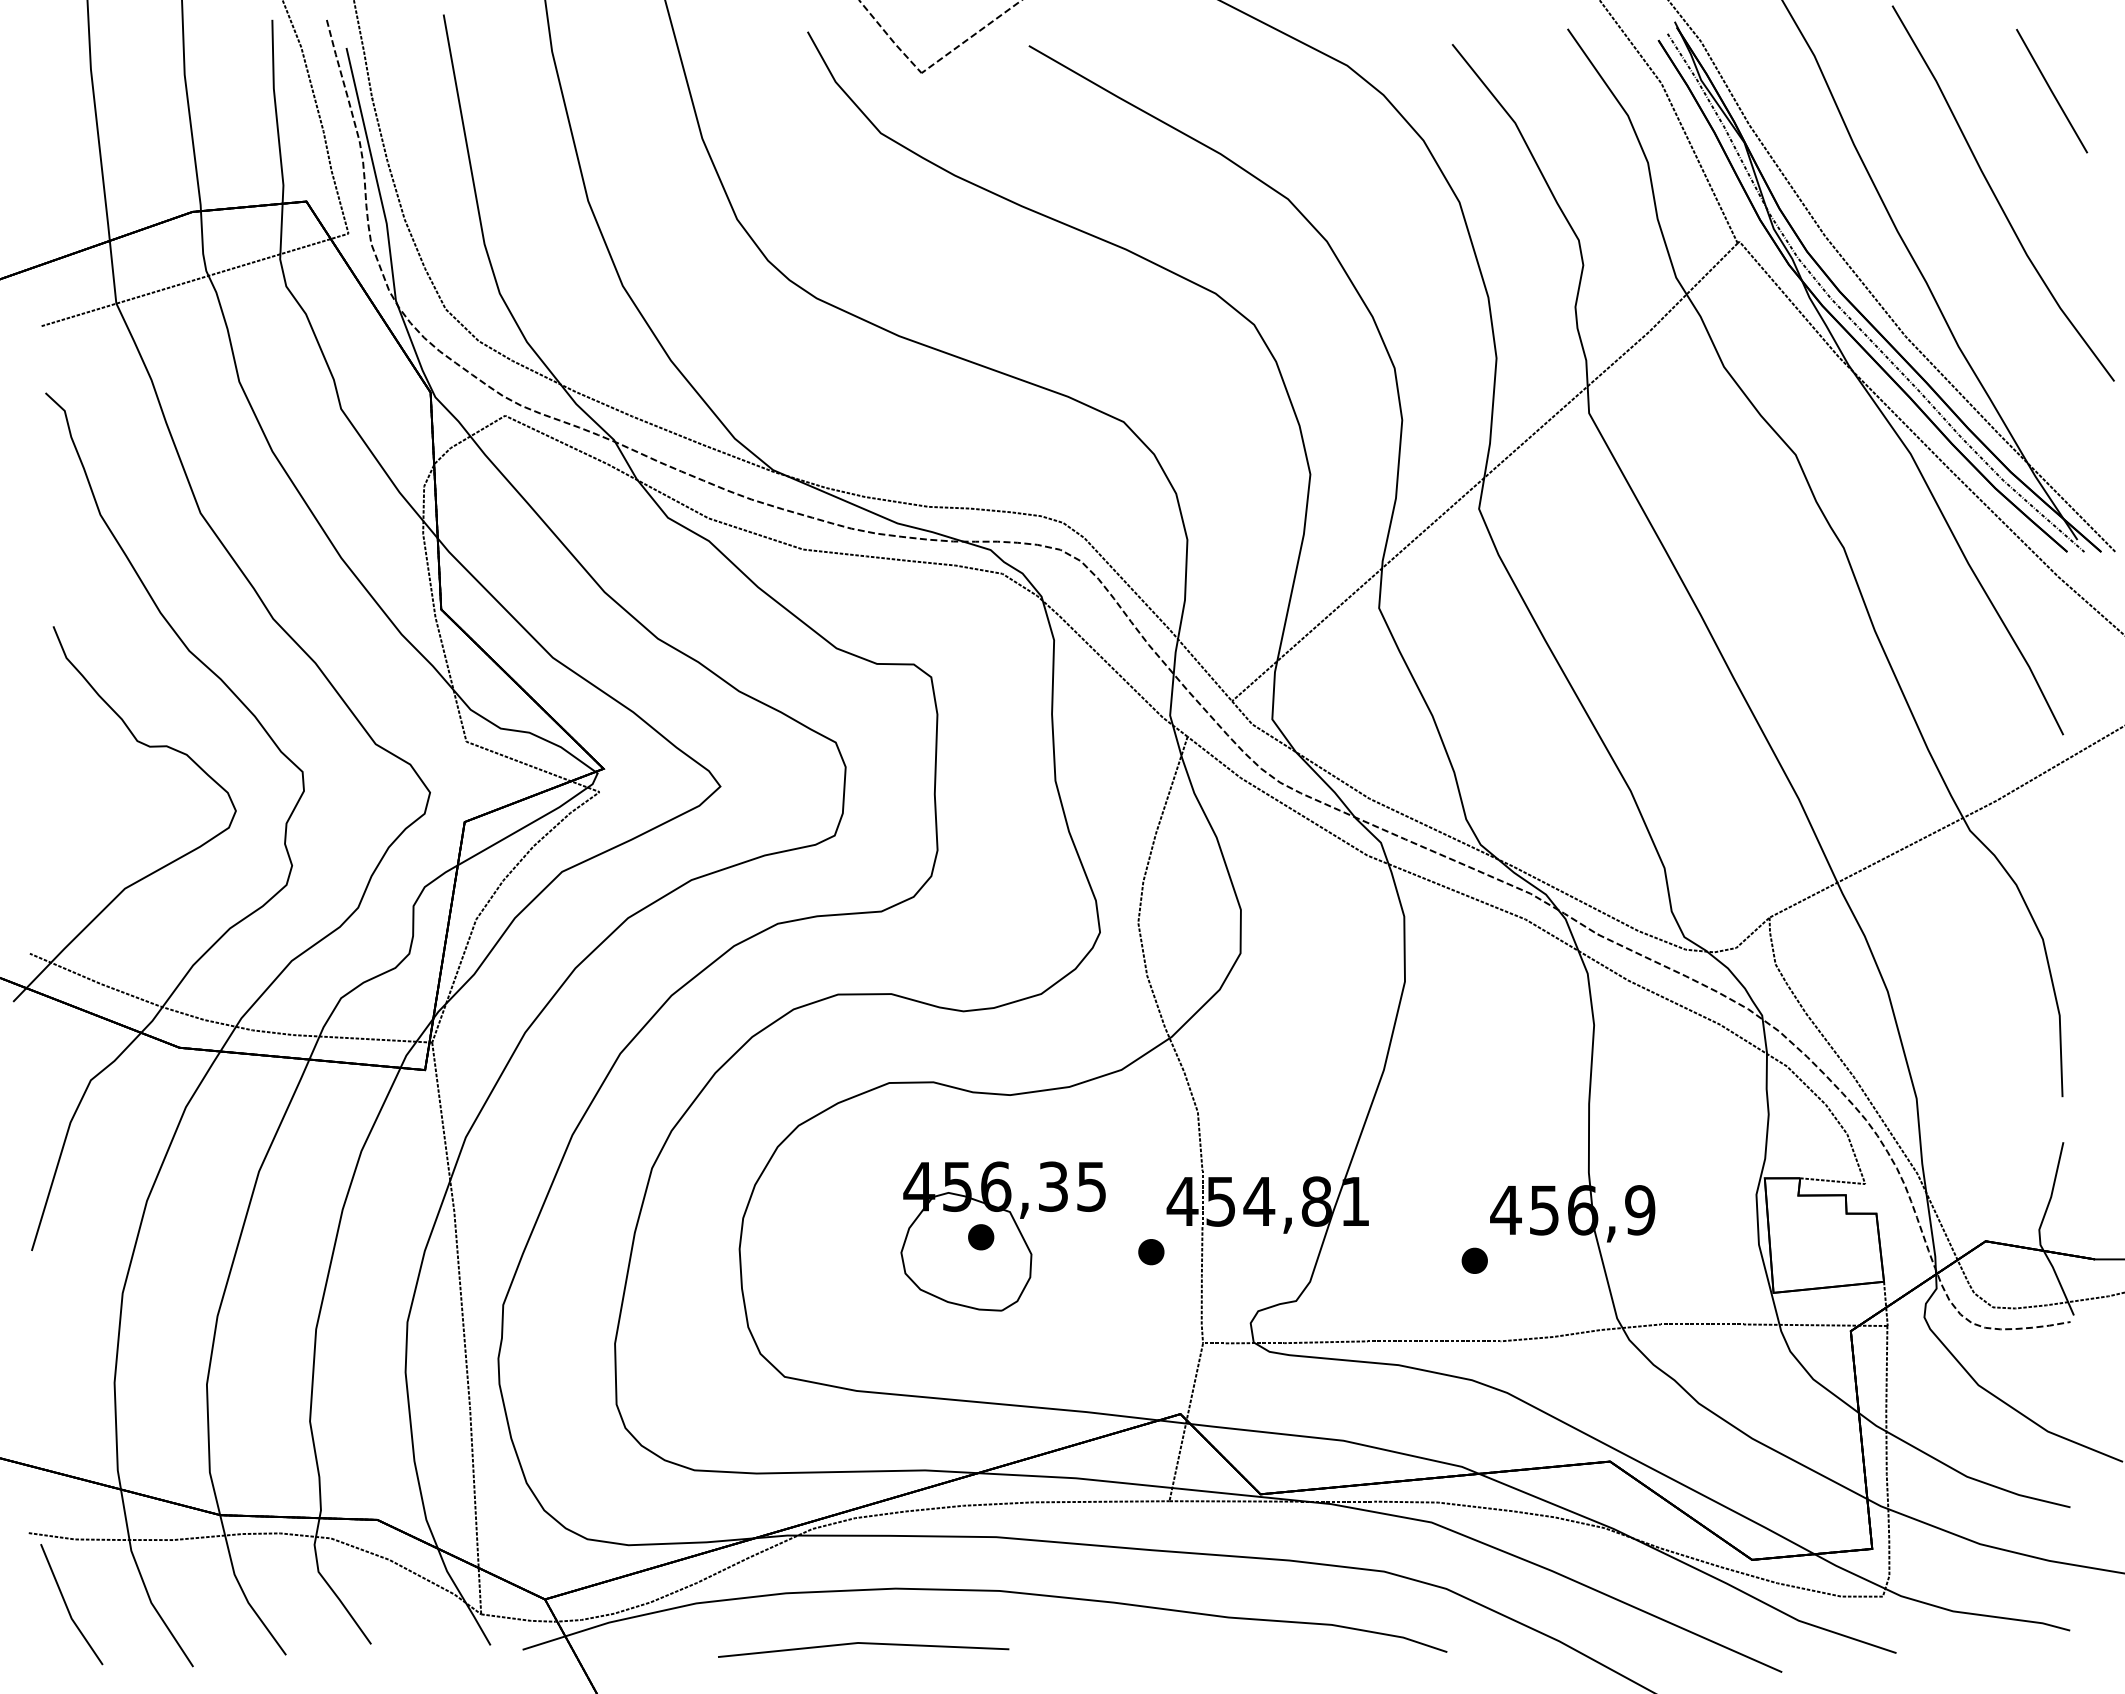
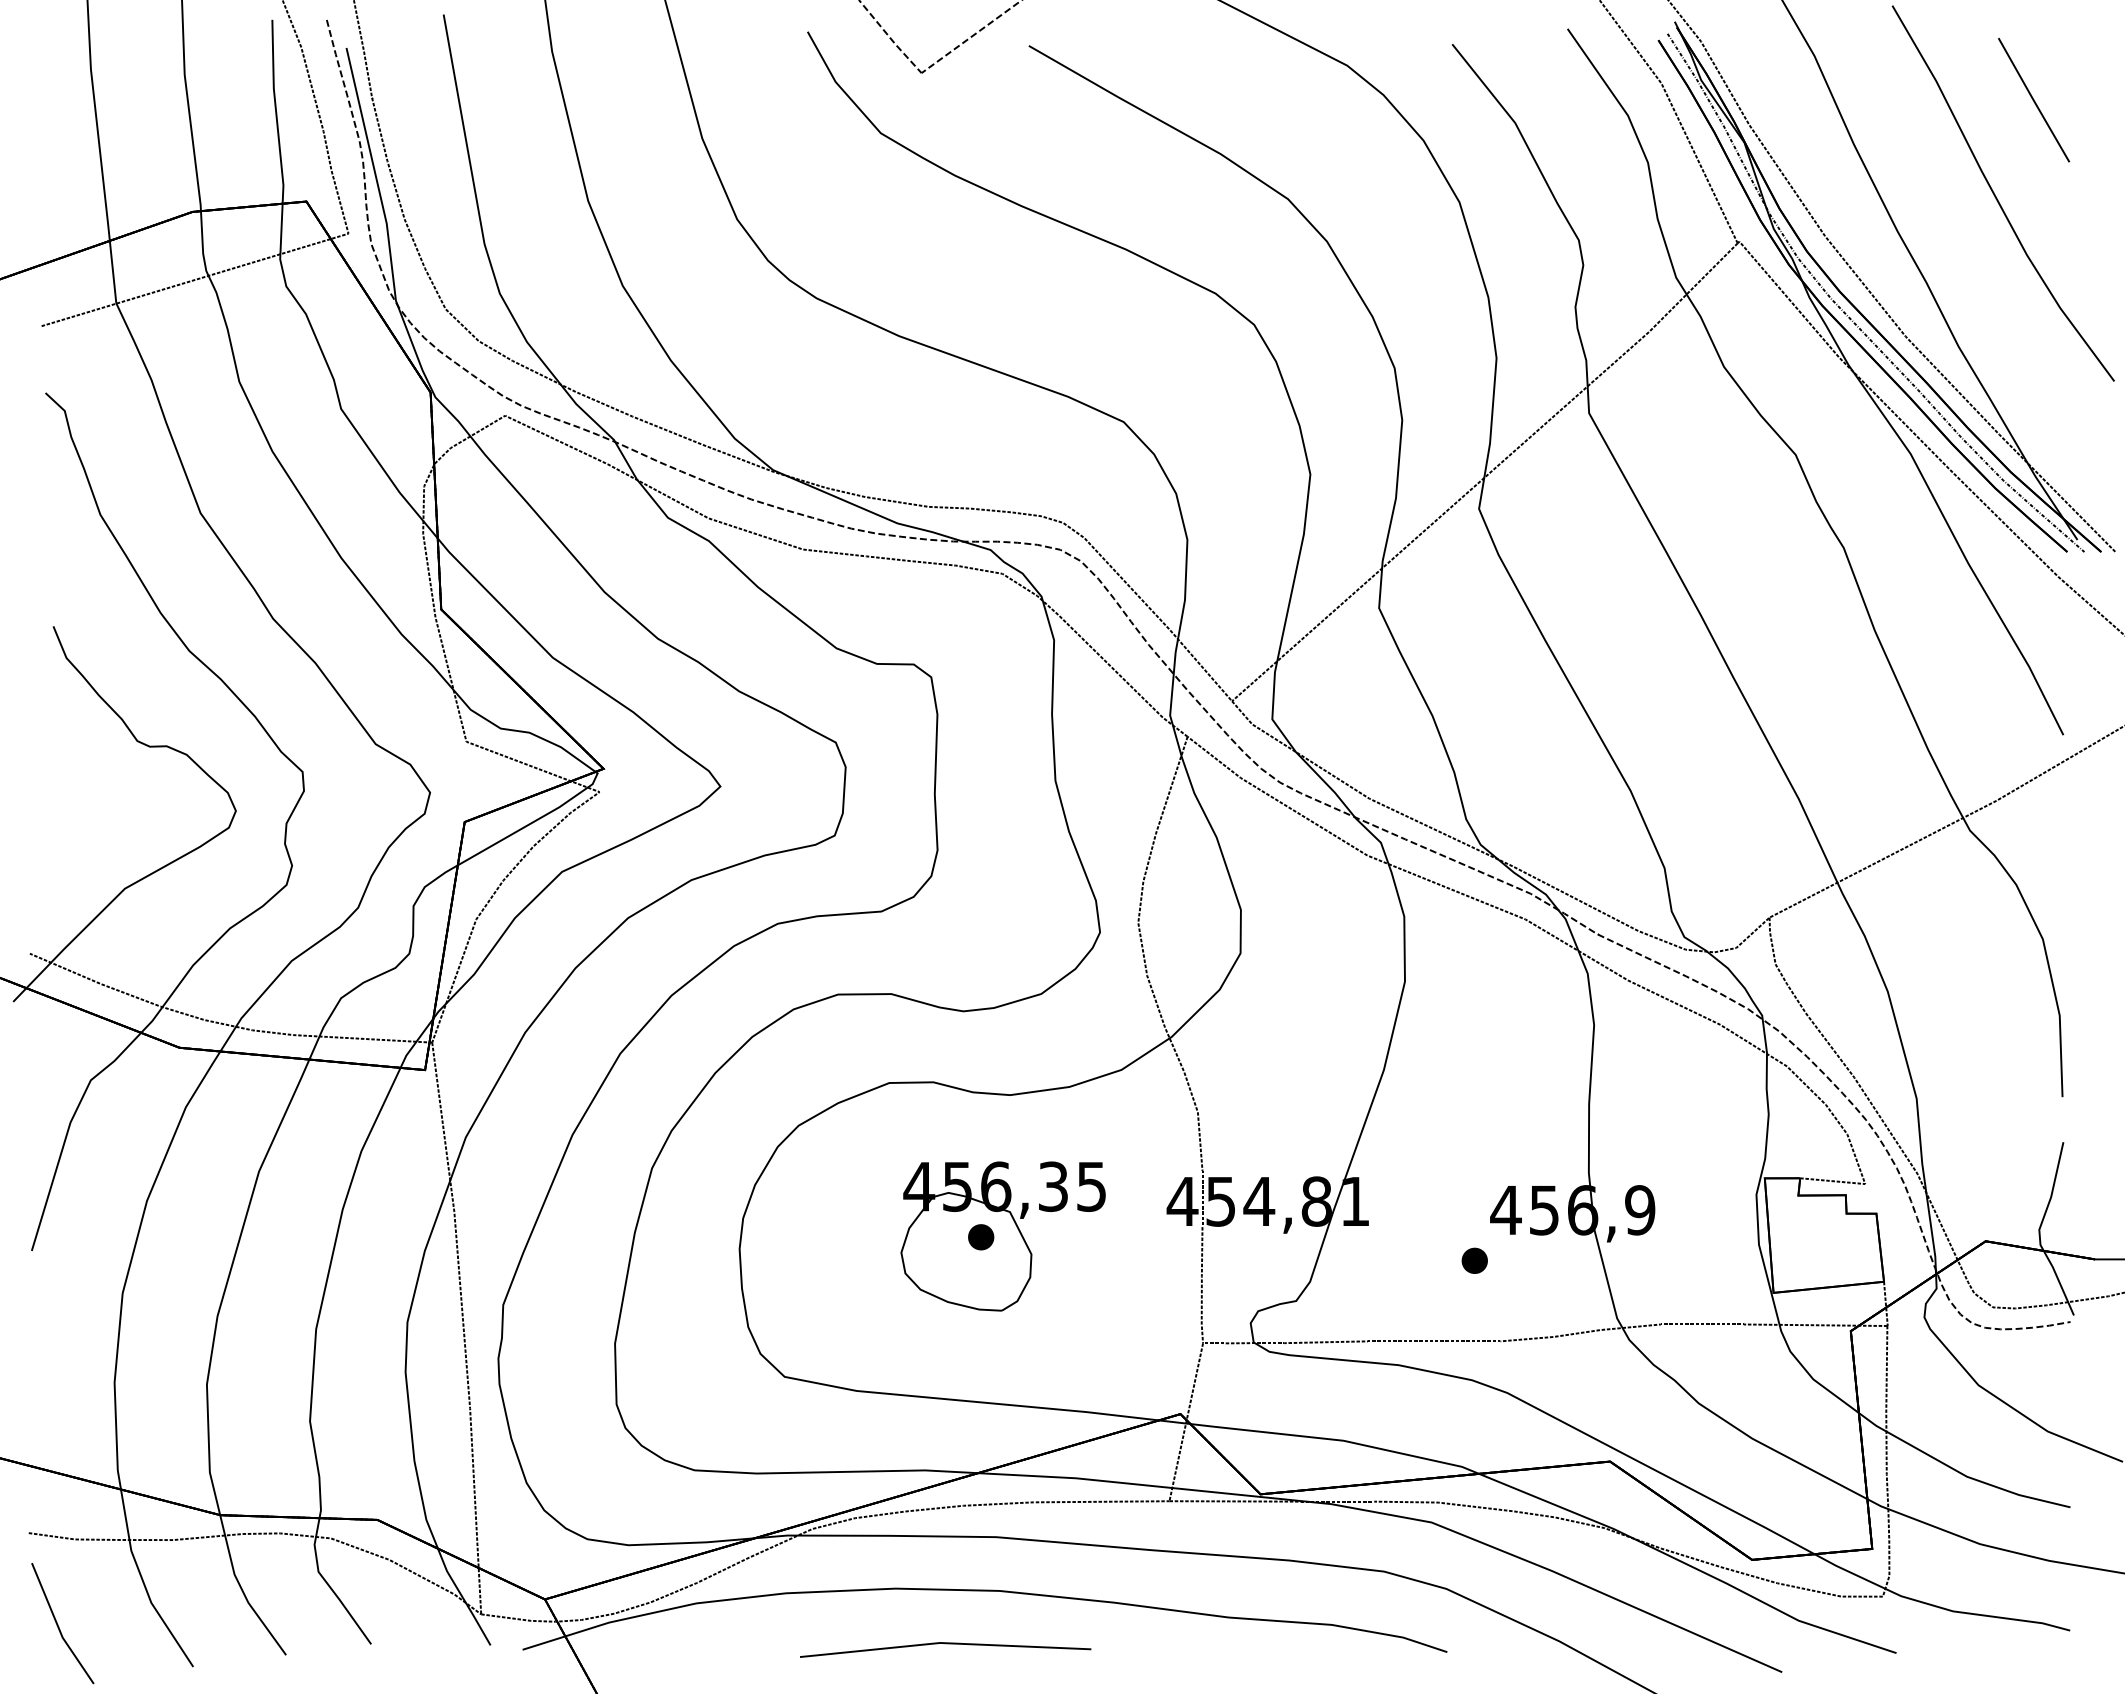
line at (2052, 90) position: (2052, 90) -> (2034, 99)
part at (1151, 1252): present -> none
line at (67, 1605) position: (67, 1605) -> (58, 1624)
line at (863, 1644) position: (863, 1644) -> (945, 1644)
